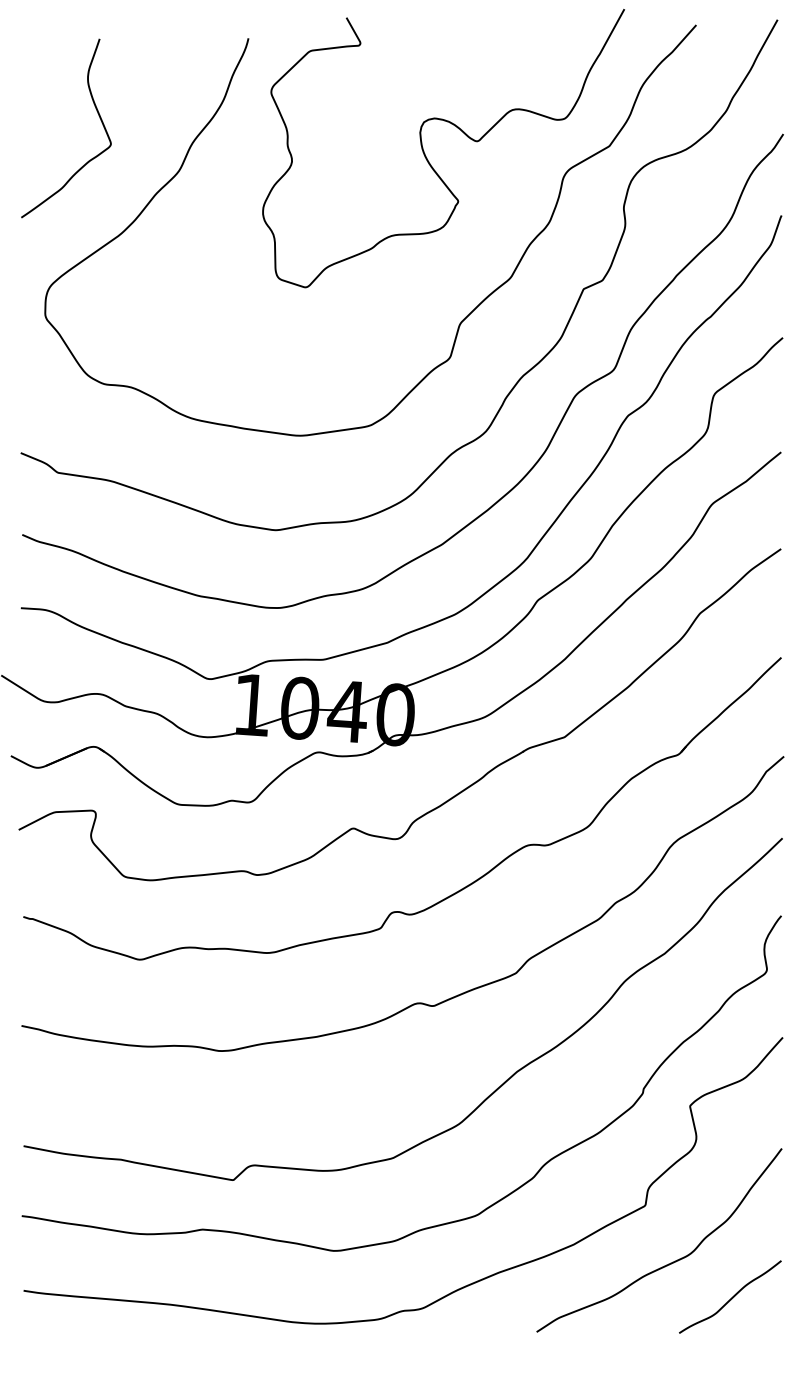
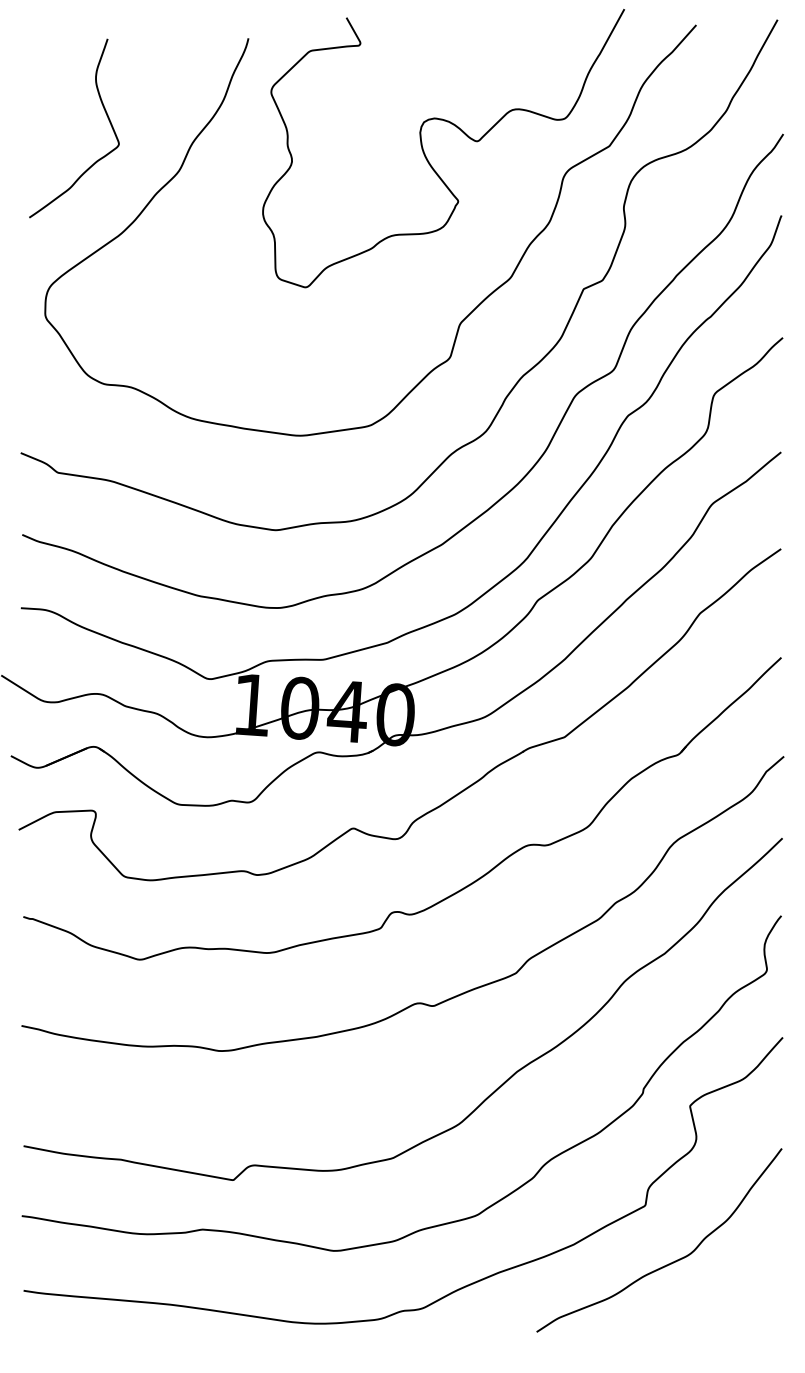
curve at (97, 113) position: (97, 113) -> (105, 113)
curve at (731, 1297): present -> none
